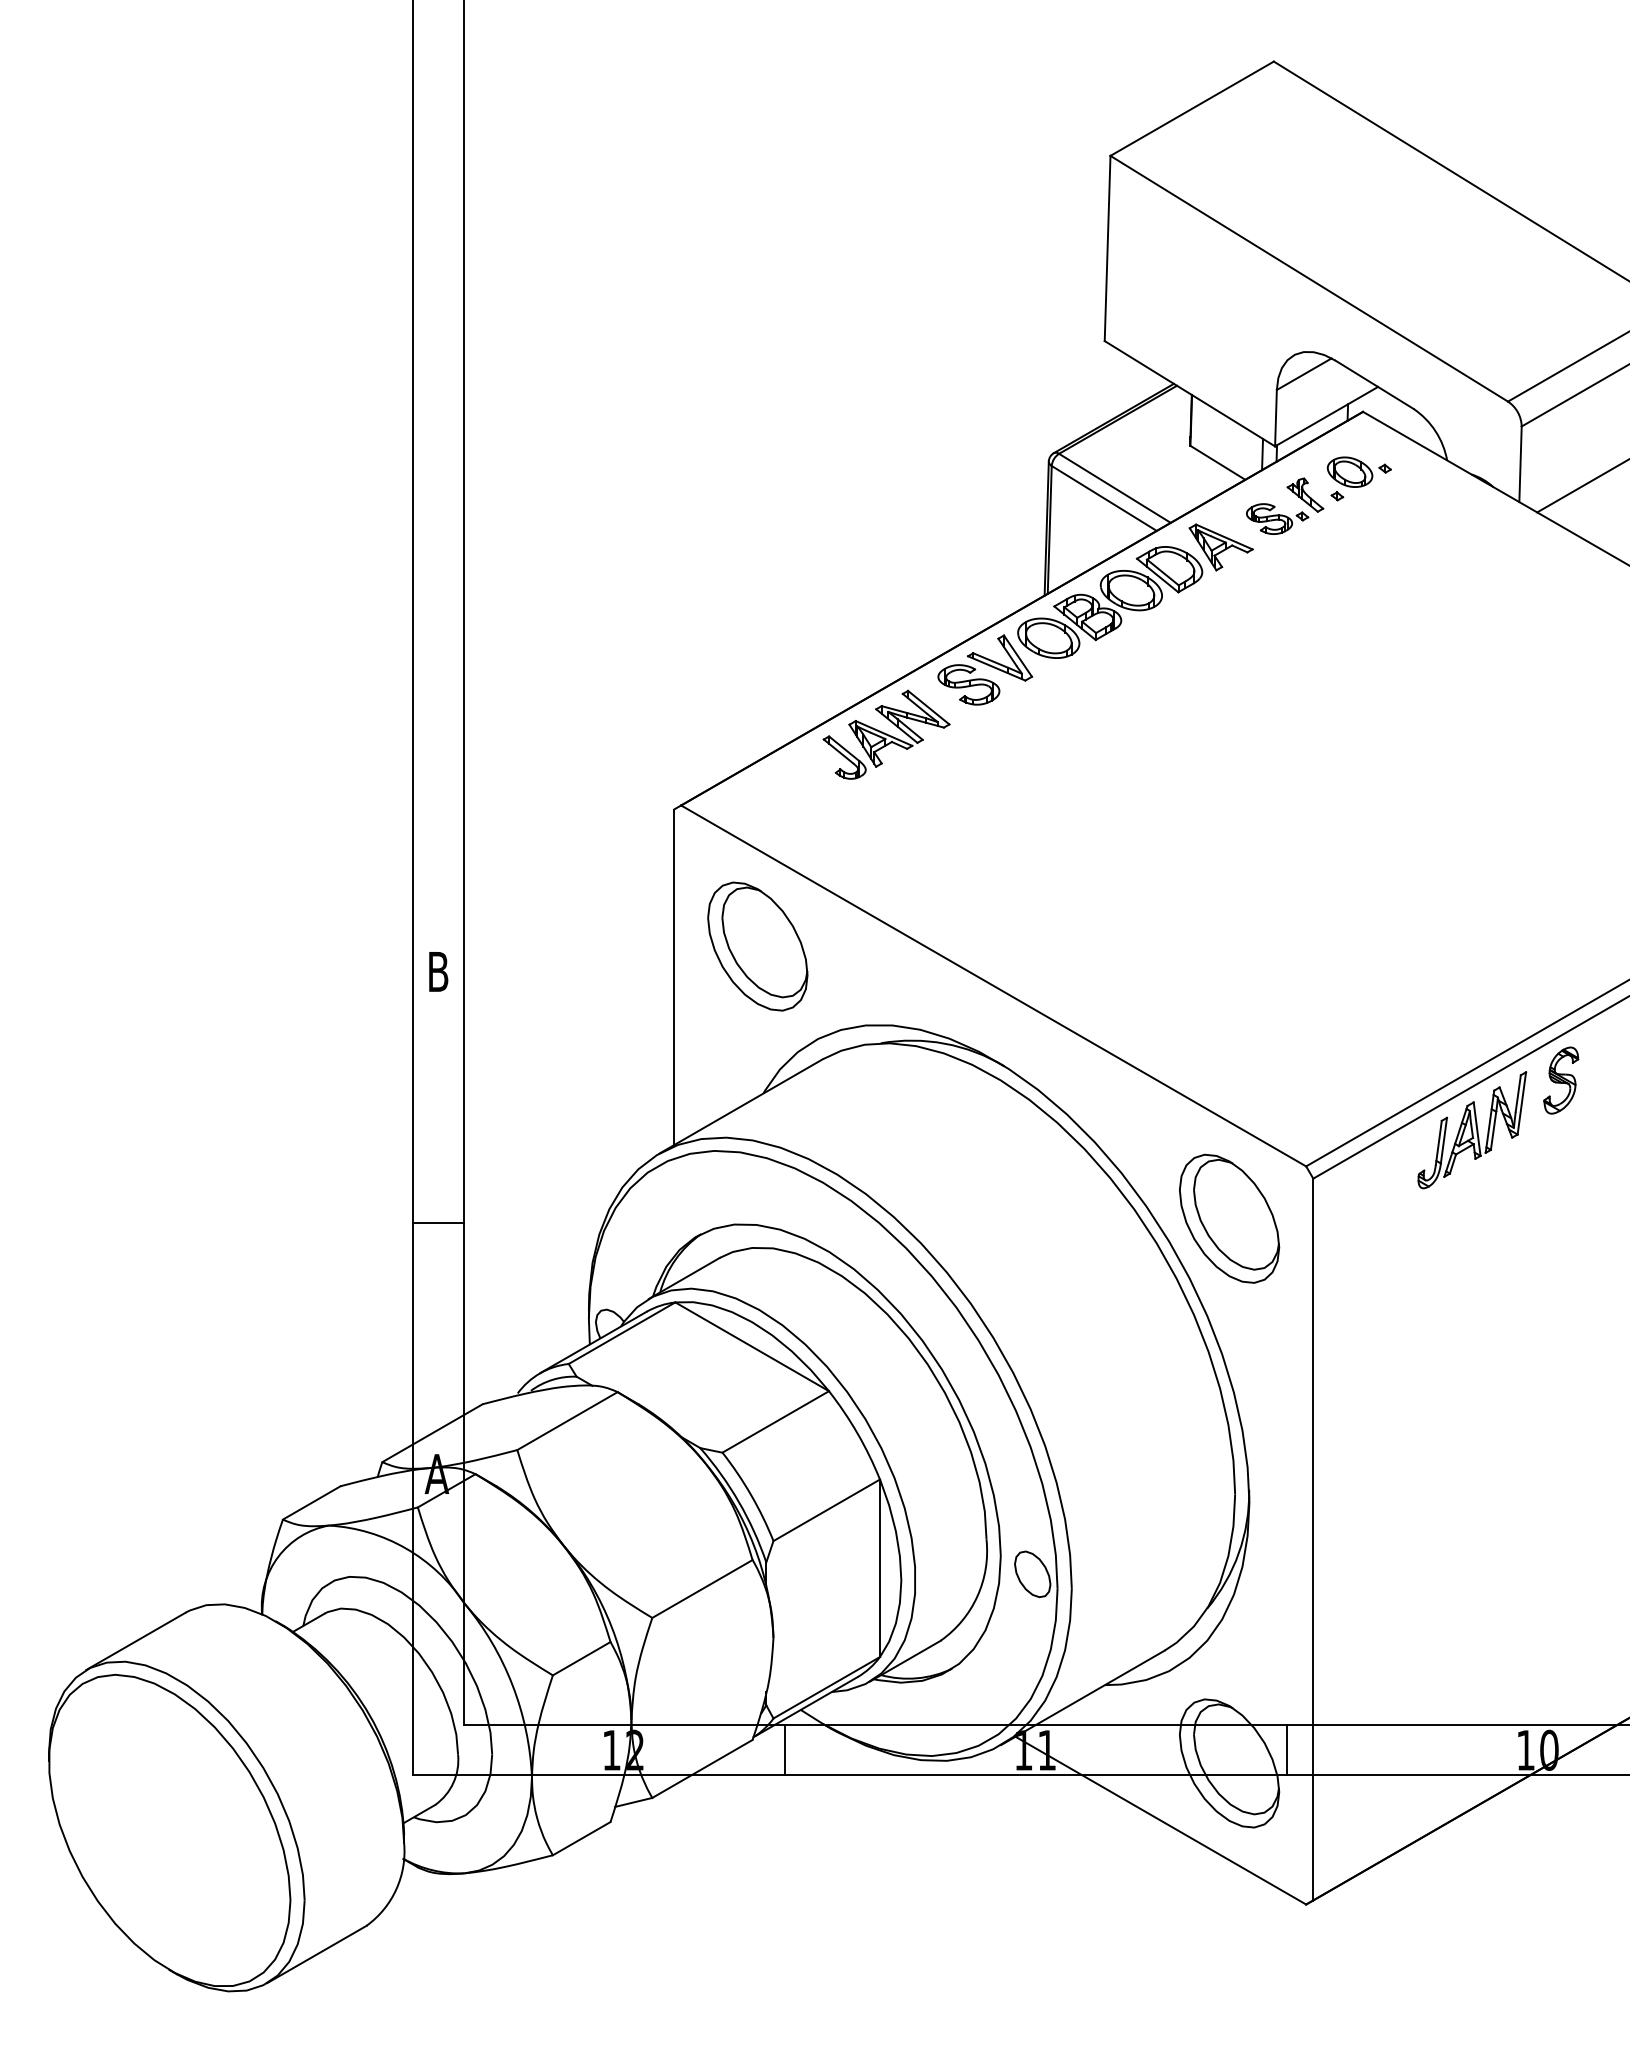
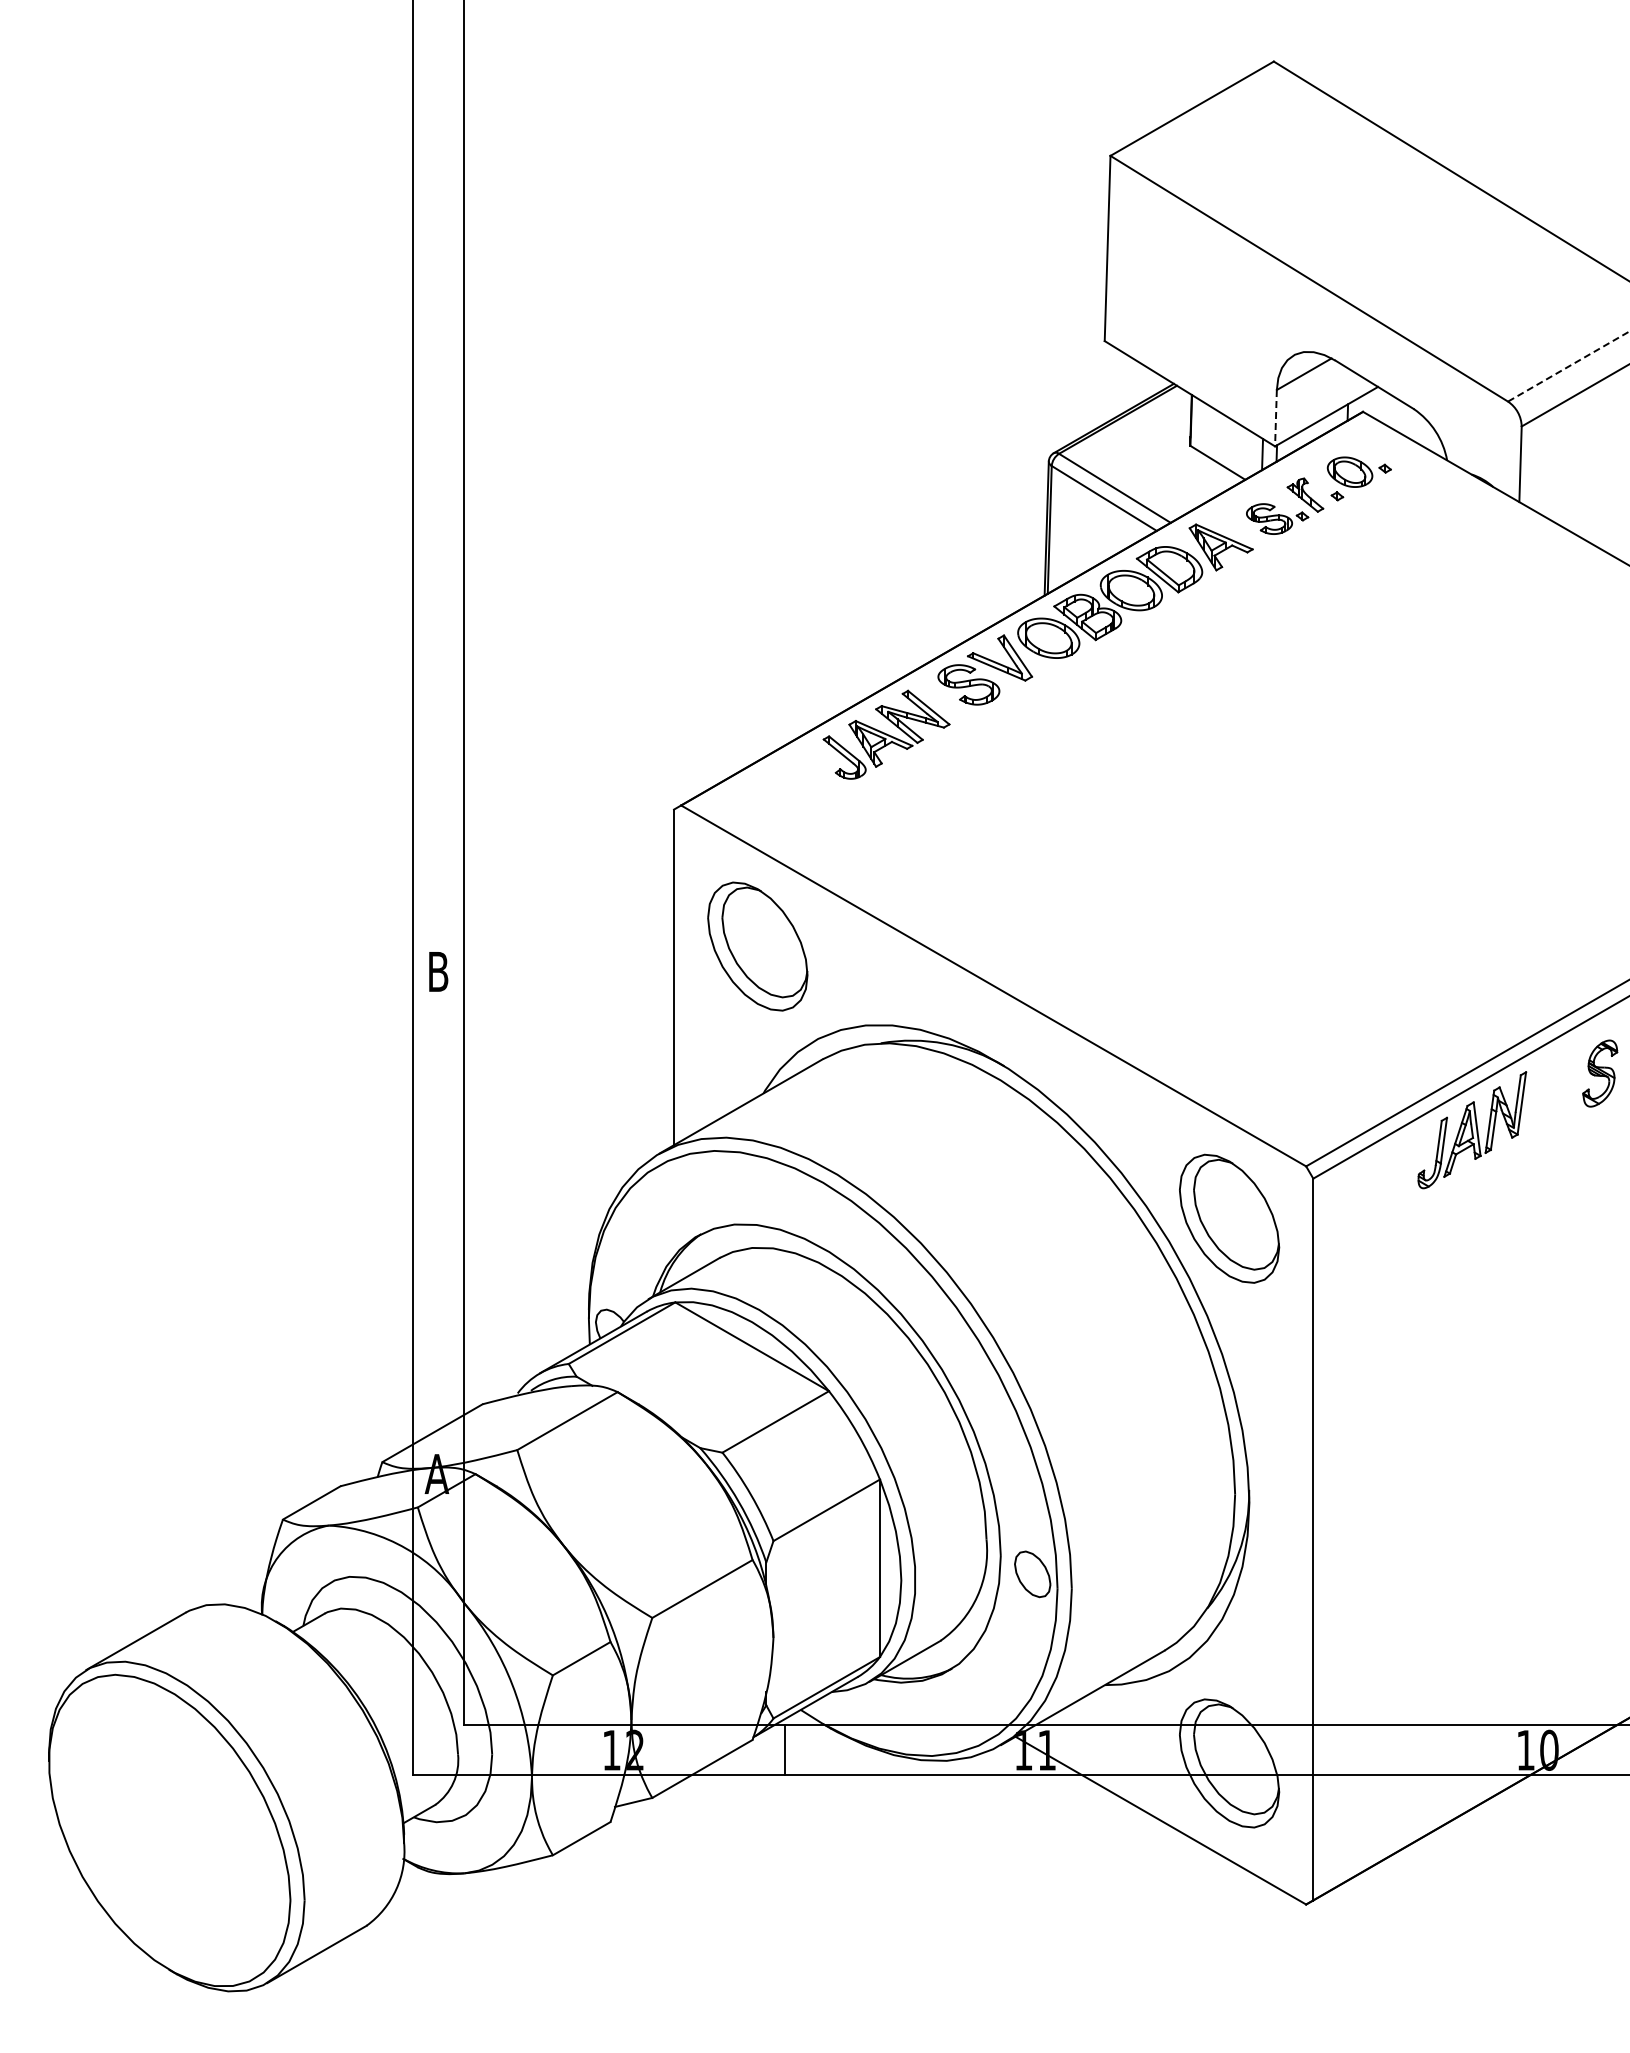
line at (1569, 366): solid -> dashed
line at (1275, 418): solid -> dashed
line at (1581, 486): present -> none
part at (1561, 1080) position: (1561, 1080) -> (1600, 1073)
line at (438, 1222): present -> none
line at (1287, 1750): present -> none
